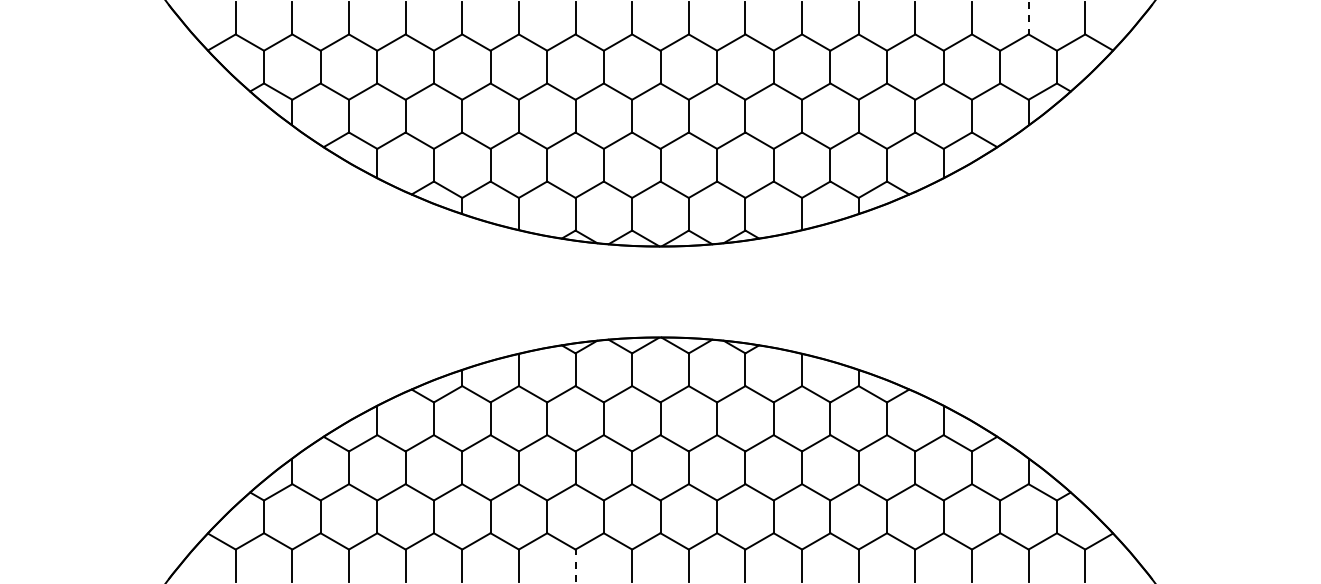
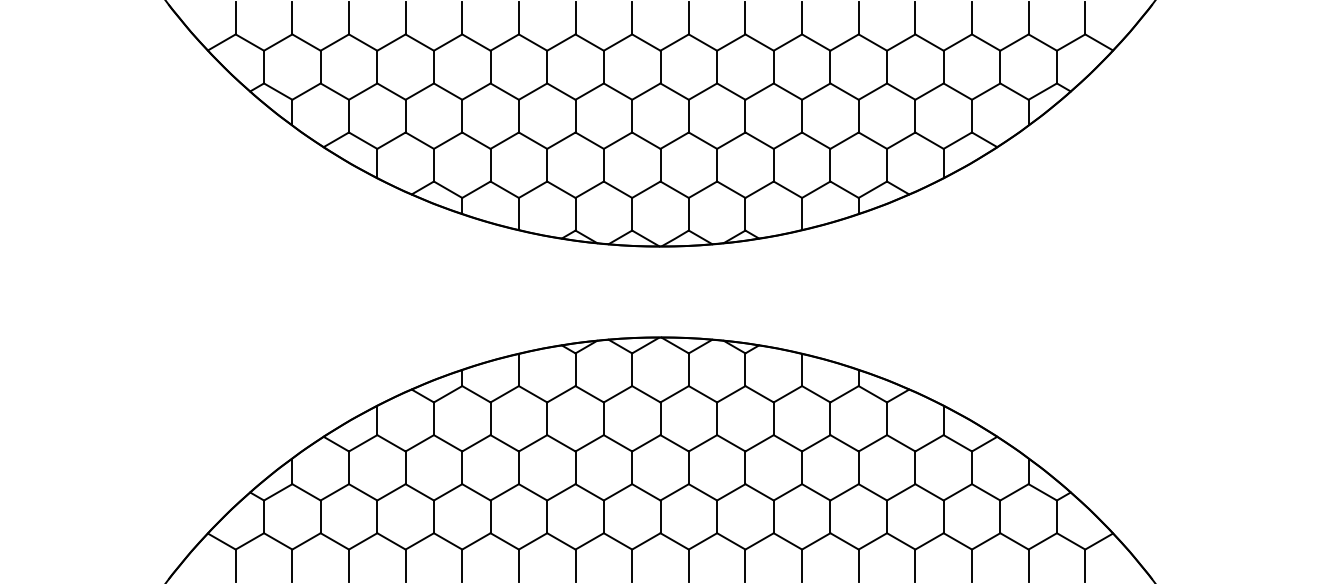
line at (1028, 18): dashed -> solid
line at (575, 565): dashed -> solid
